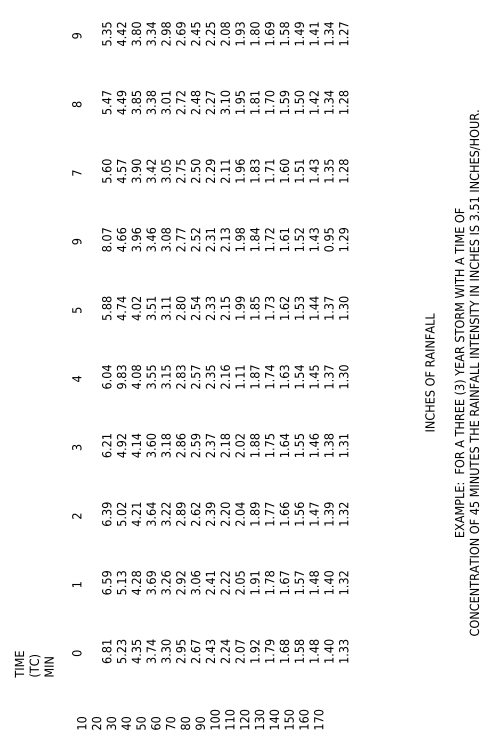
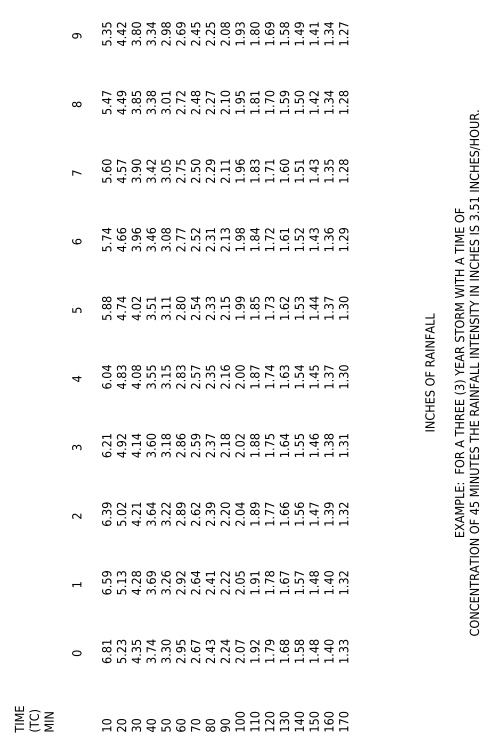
text at (225, 111): 3.10 -> 2.10
text at (106, 239): 8.07 -> 5.74
text at (328, 239): 0.95 -> 1.36
text at (76, 241): 9 -> 6
text at (239, 376): 1.11 -> 2.00
text at (121, 385): 9.83 -> 4.83
text at (195, 582): 3.06 -> 2.64
text at (34, 664) position: (34, 664) -> (34, 719)
text at (200, 719) position: (200, 719) -> (225, 721)
